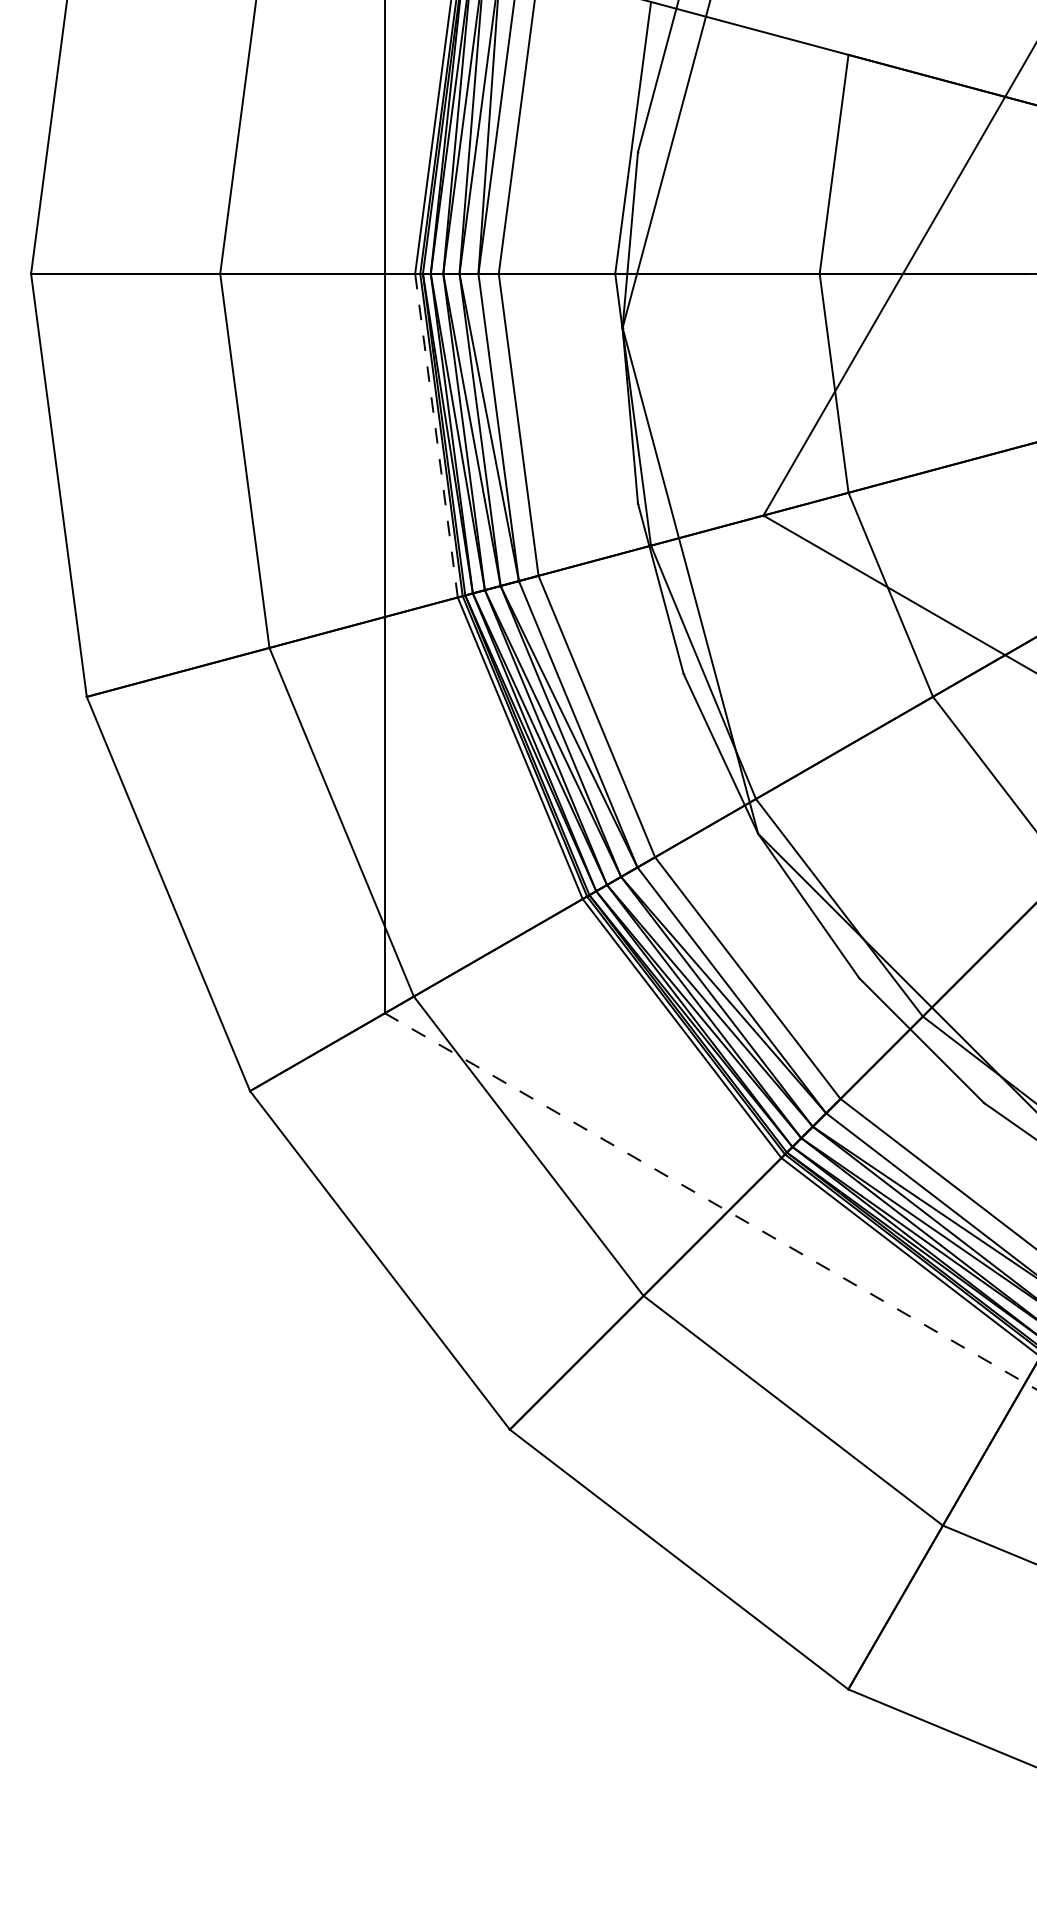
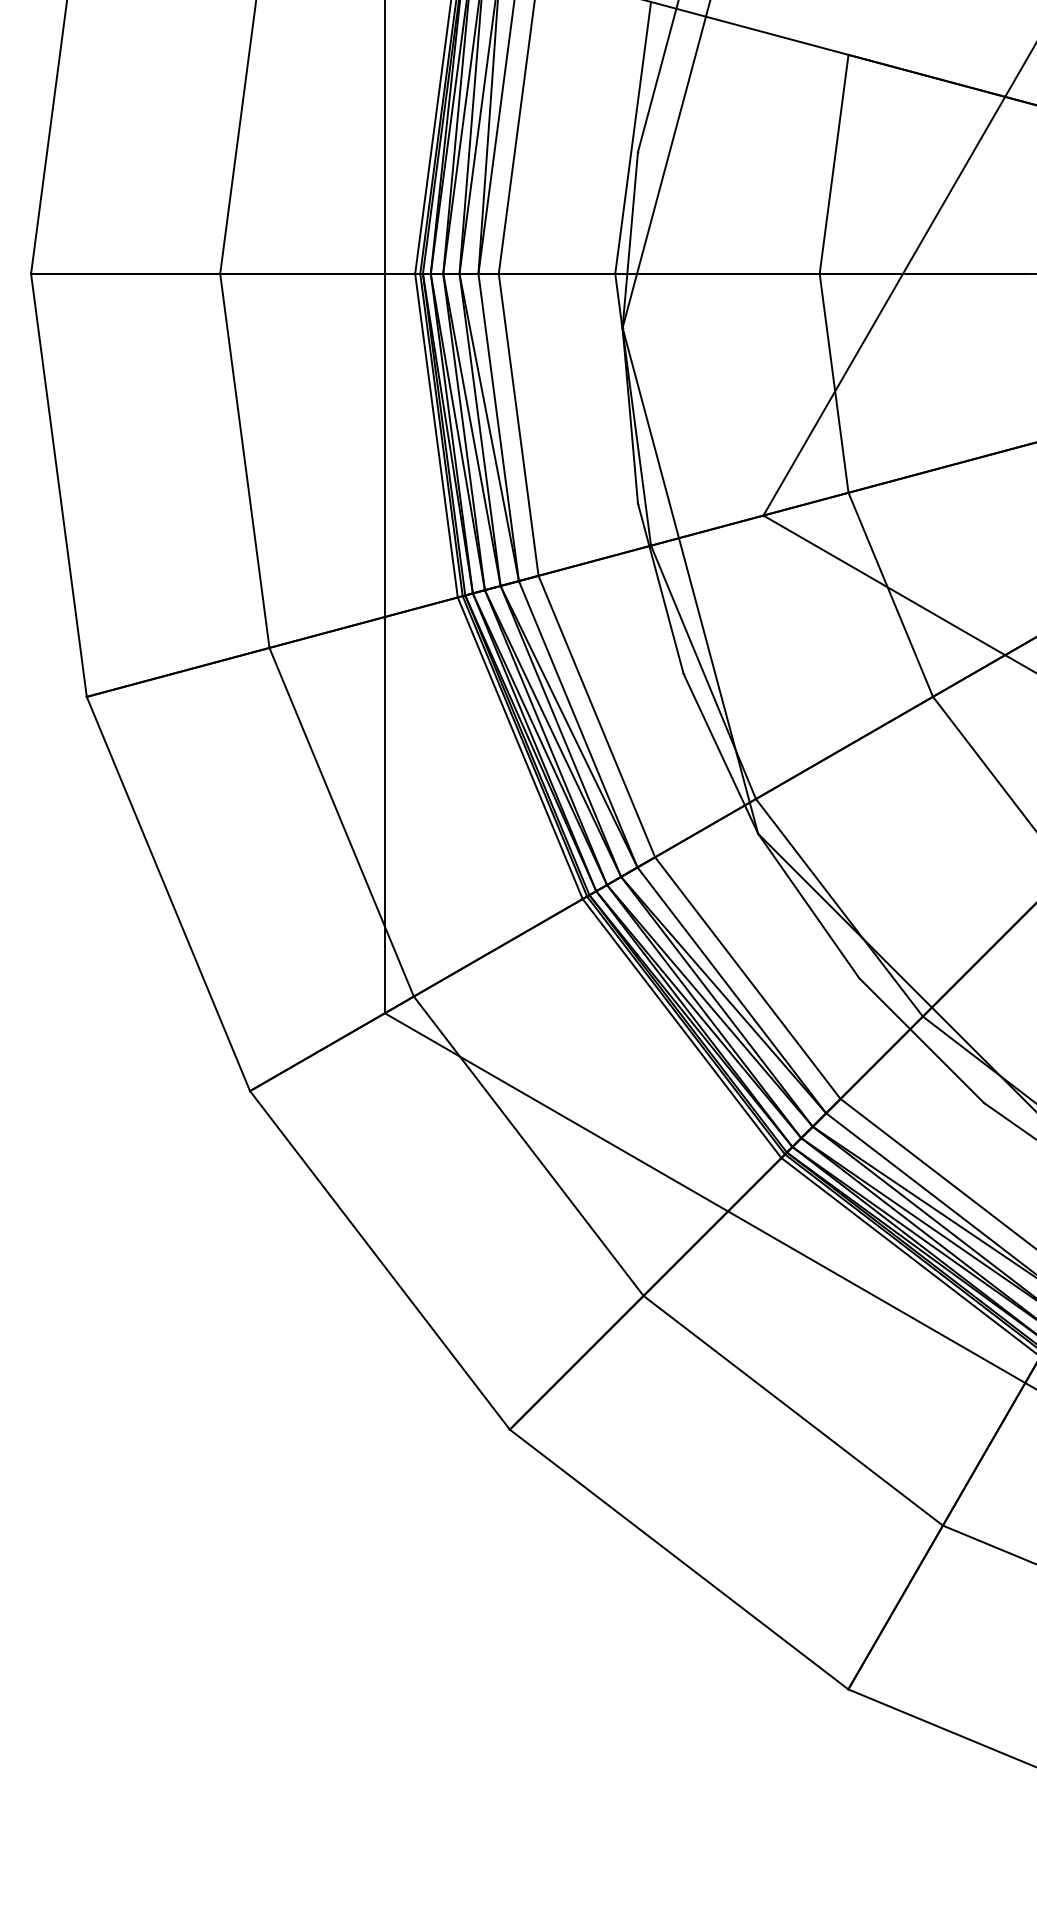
line at (436, 436): dashed -> solid
line at (710, 1201): dashed -> solid
